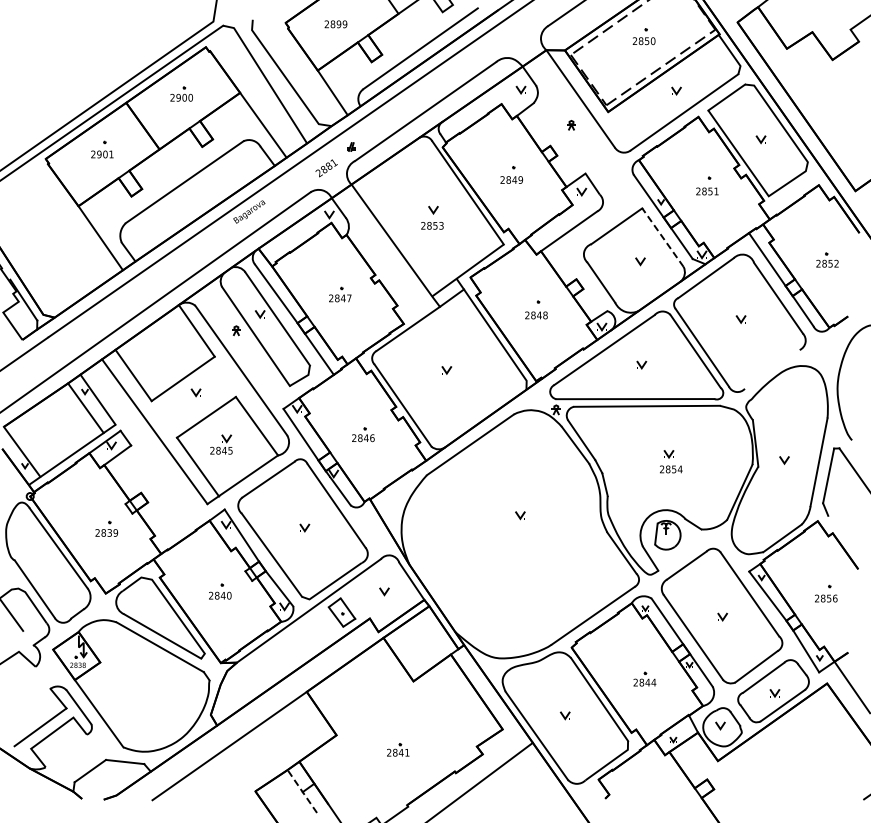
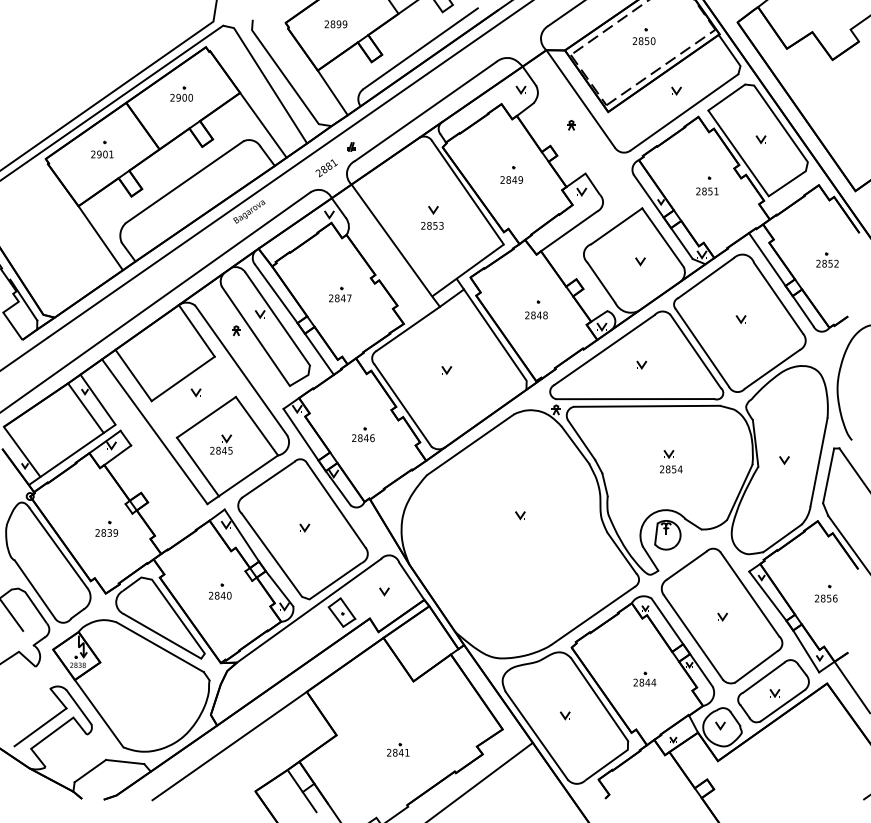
line at (662, 237): dashed -> solid
line at (771, 369): none -> present
line at (847, 542): none -> present
line at (302, 792): dashed -> solid
